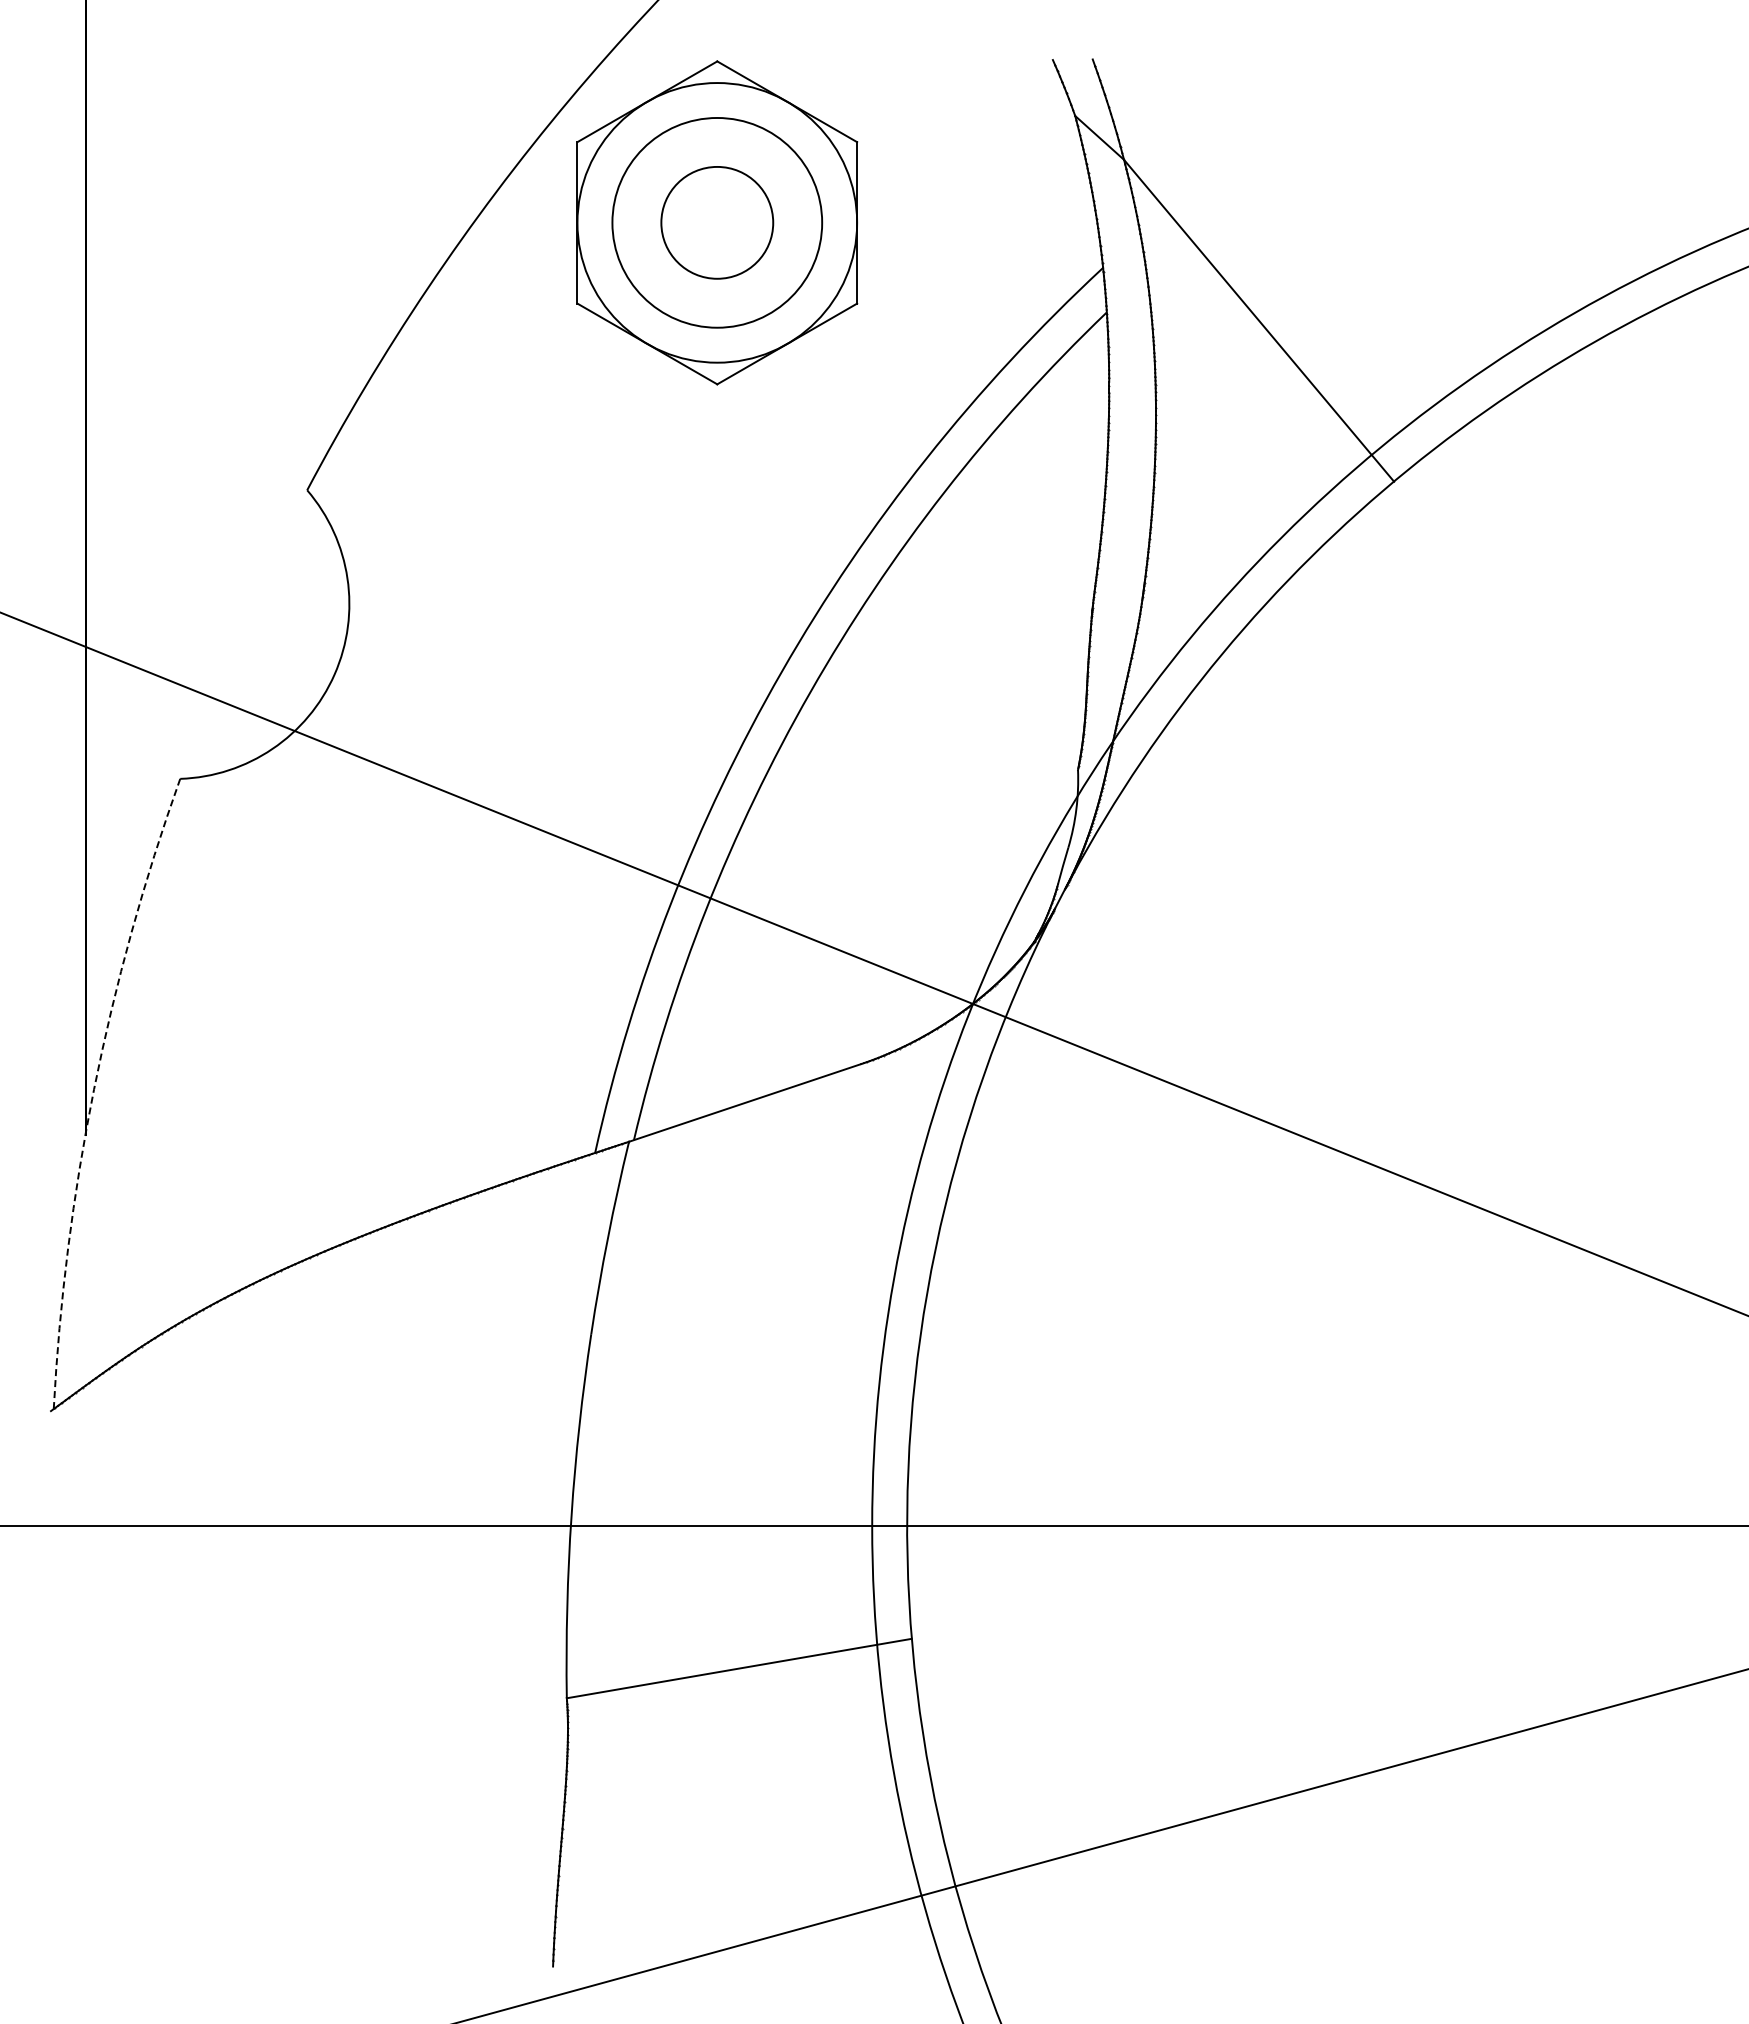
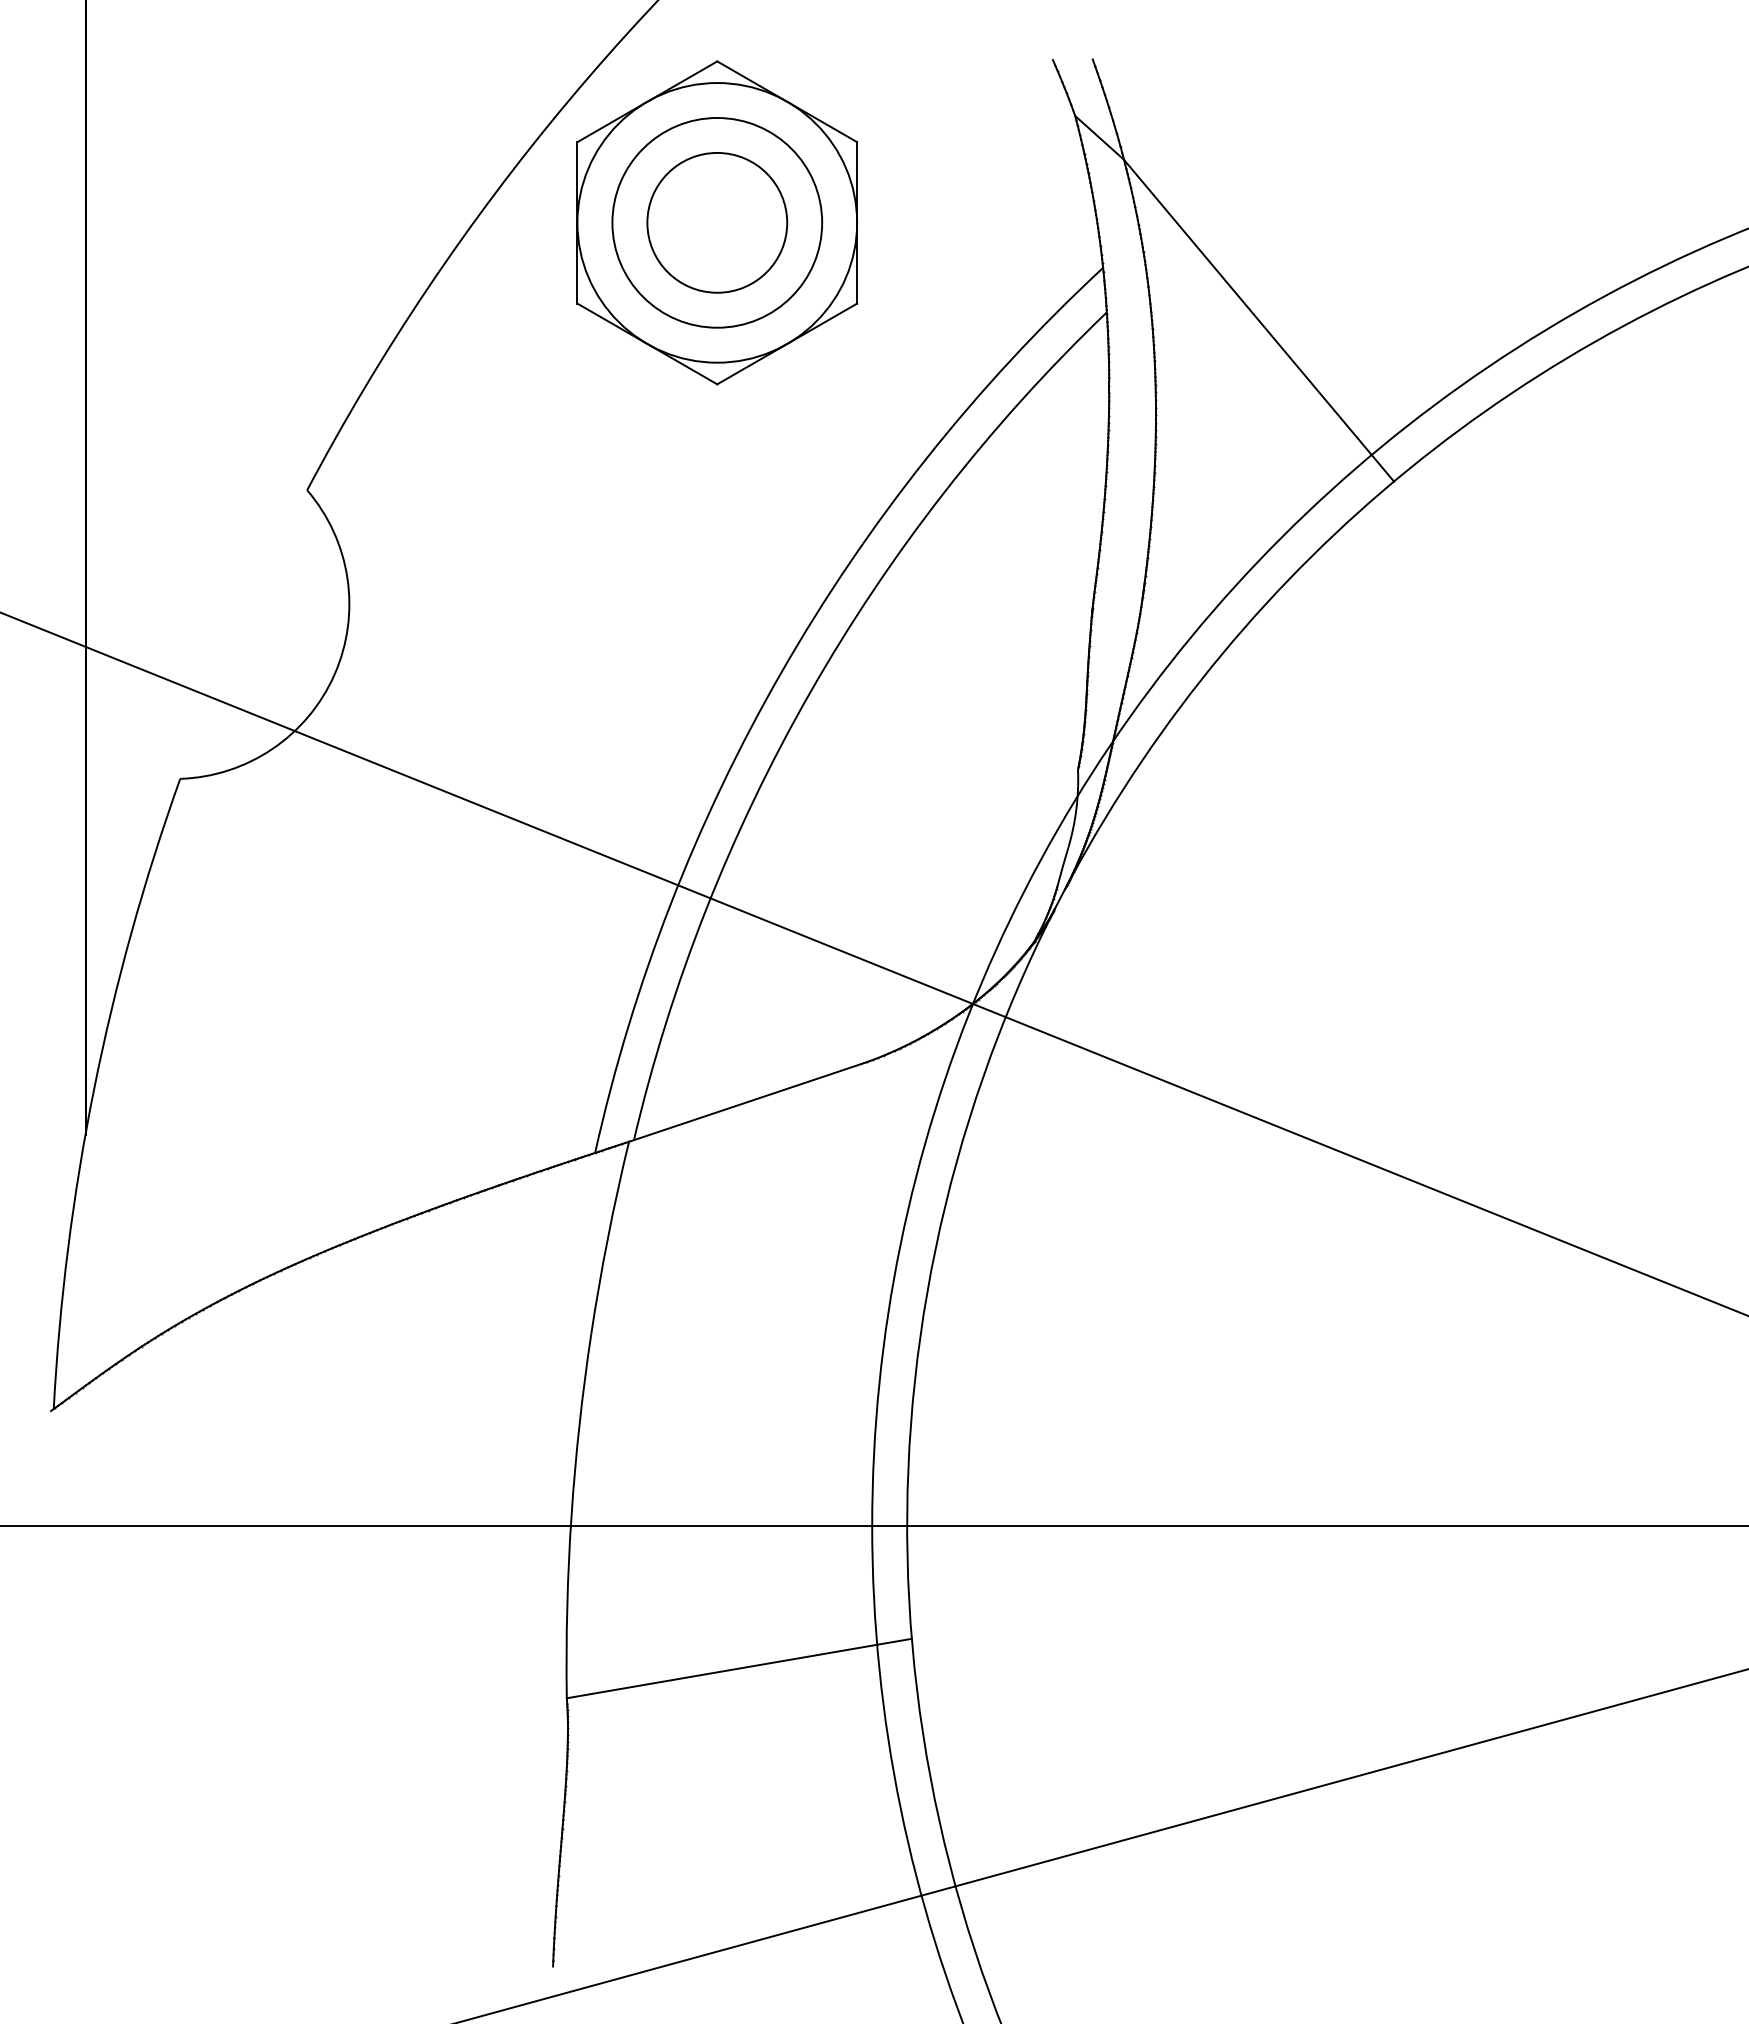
circle at (717, 222) diameter: 112 px -> 140 px
arc at (94, 1089): dashed -> solid
